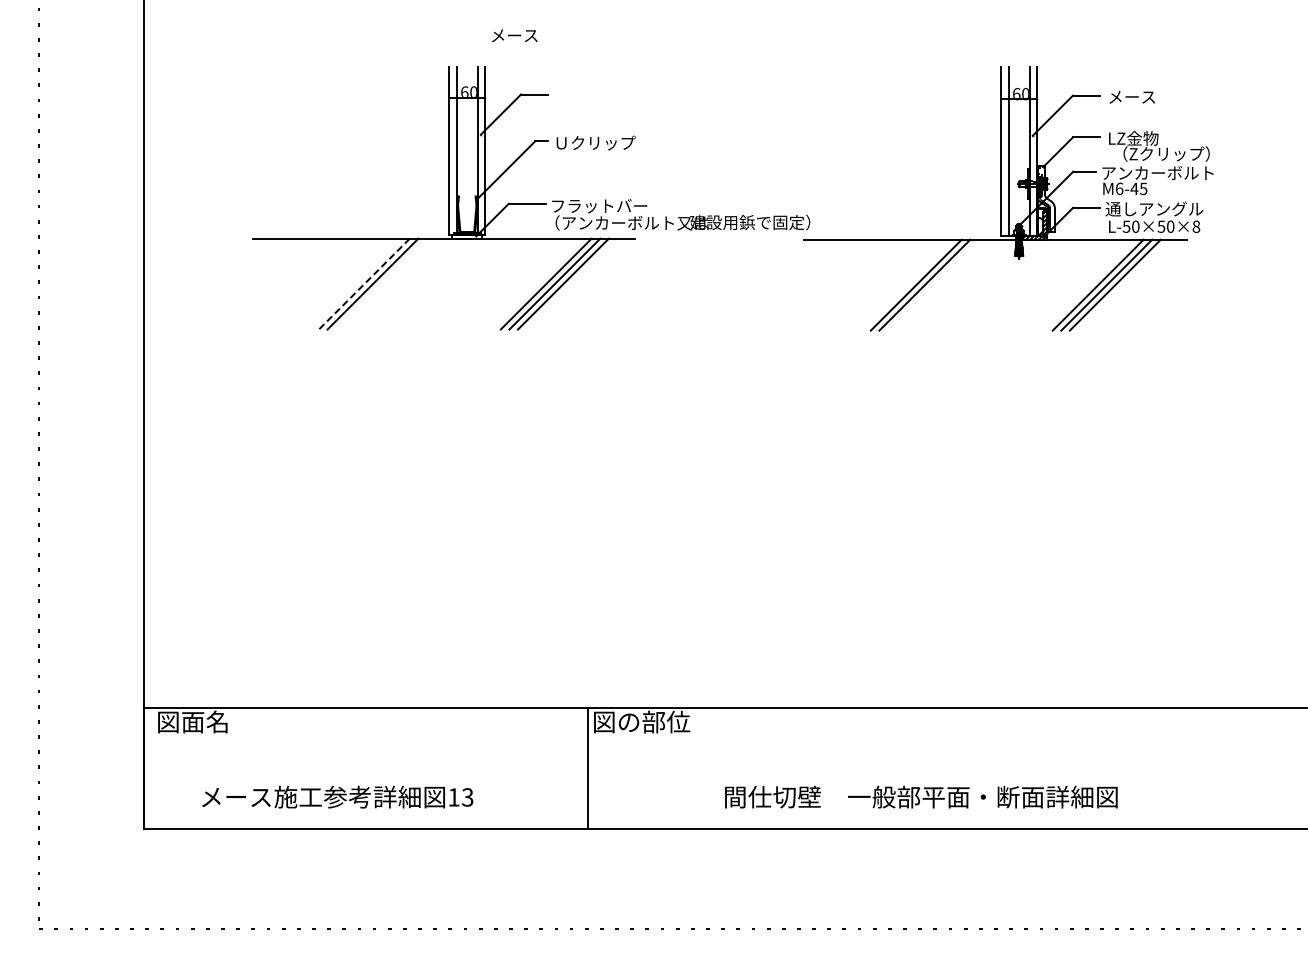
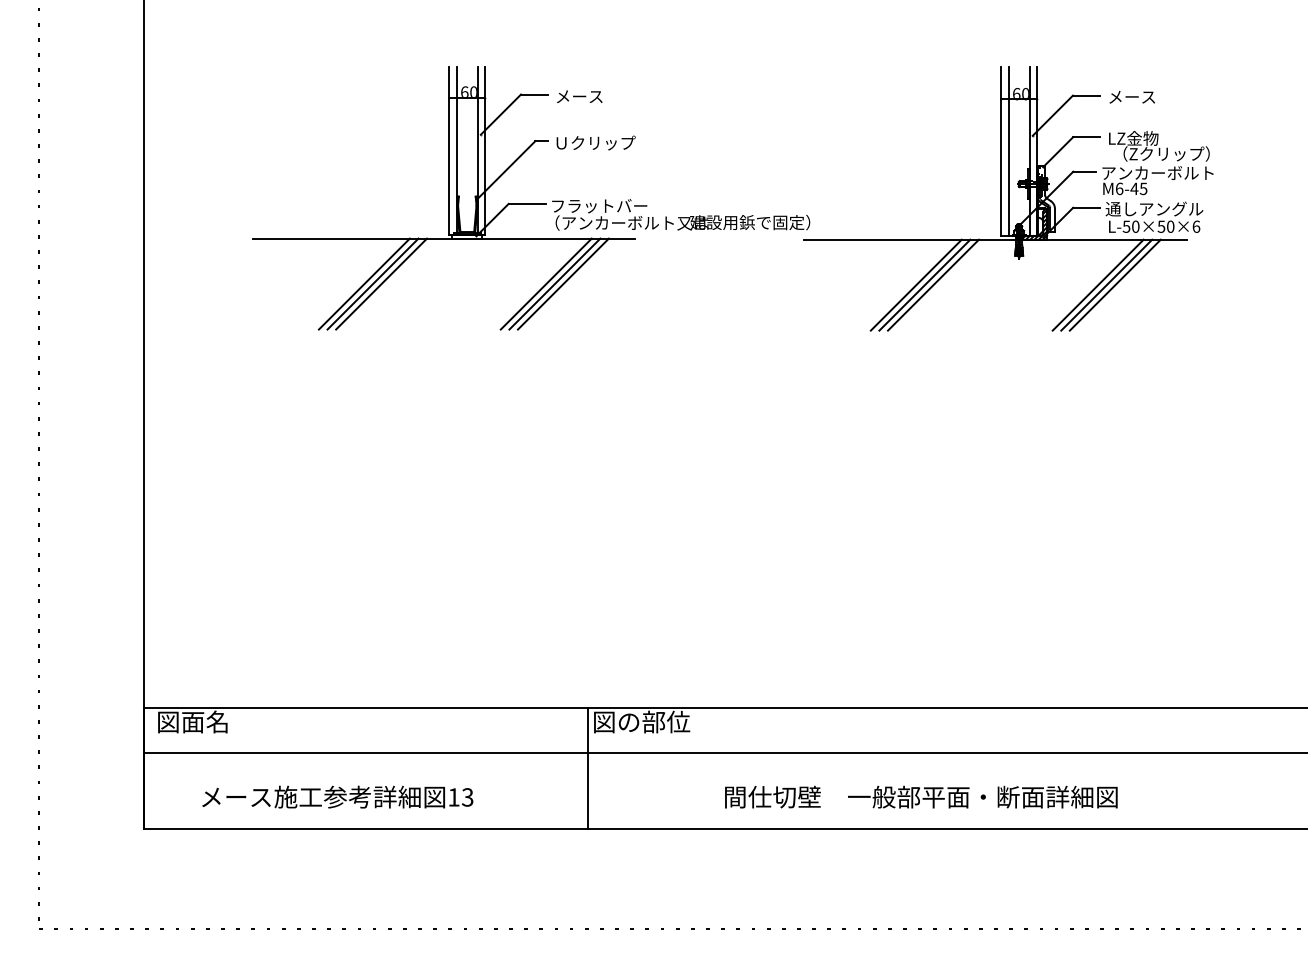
text at (514, 35) position: (514, 35) -> (579, 96)
text at (1196, 226): L-50×50×8 -> L-50×50×6
line at (381, 283): none -> present
line at (364, 284): dashed -> solid
line at (933, 284): none -> present
line at (724, 753): none -> present
